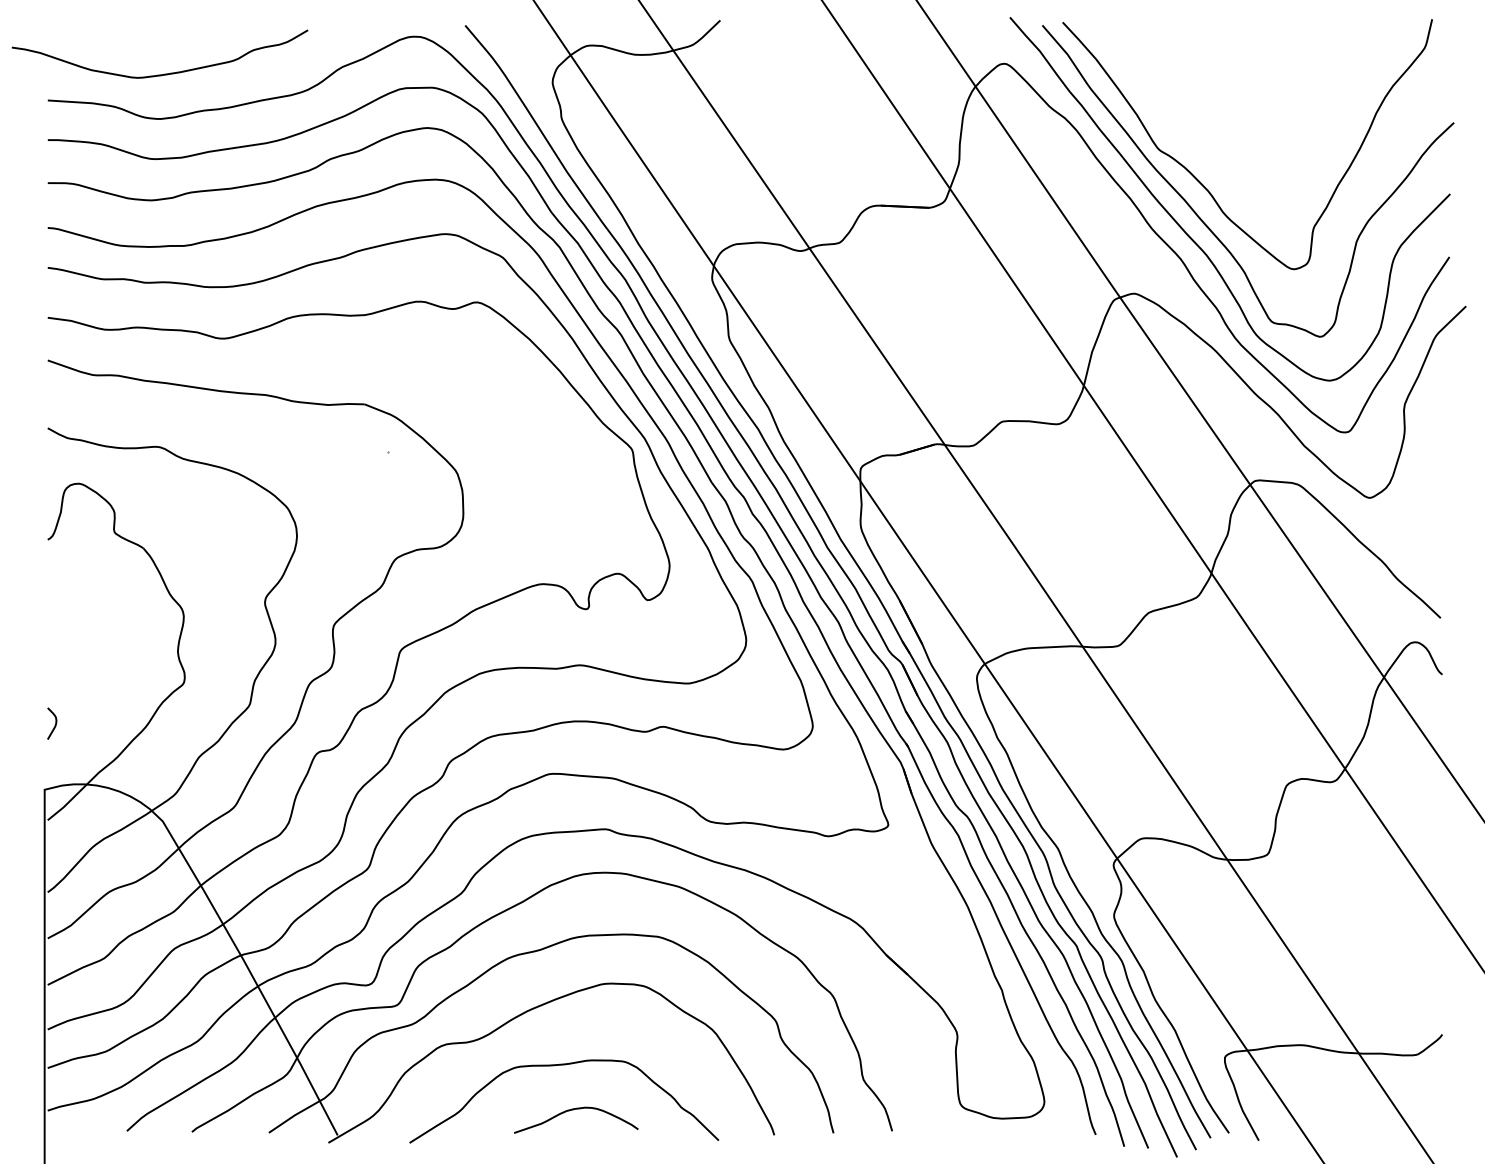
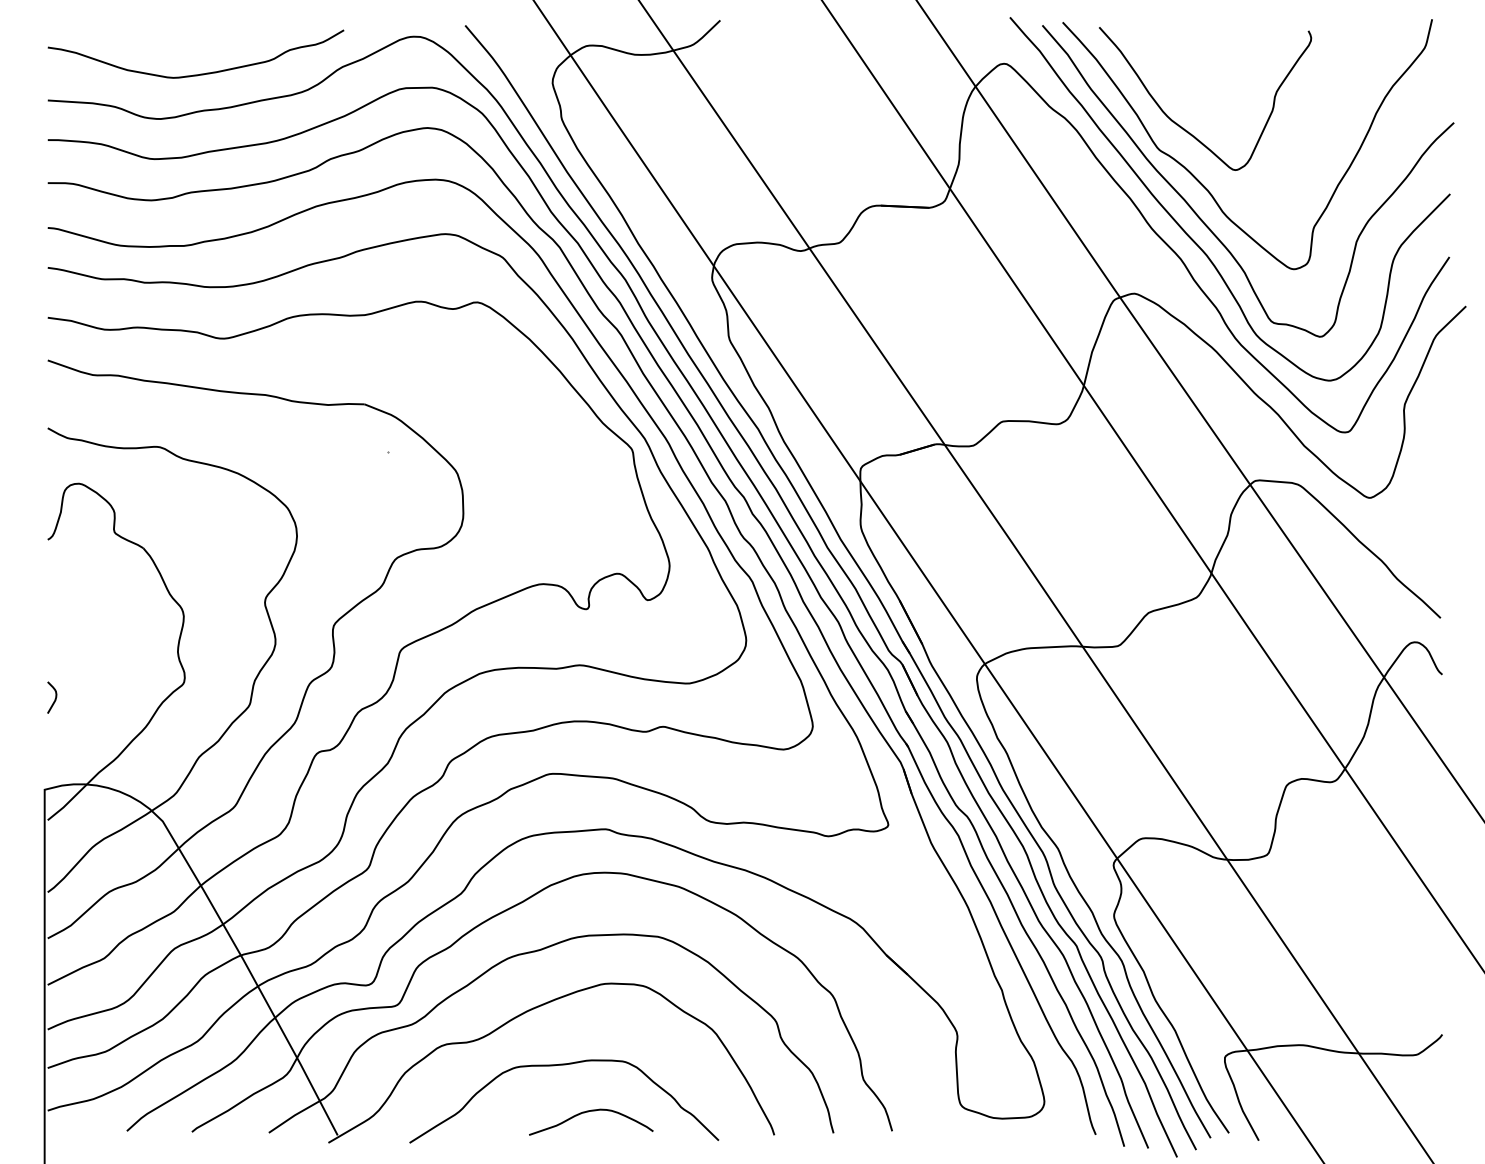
curve at (164, 73) position: (164, 73) -> (200, 73)
curve at (1183, 127): none -> present
curve at (54, 725) position: (54, 725) -> (54, 699)
curve at (573, 1110) position: (573, 1110) -> (588, 1112)
